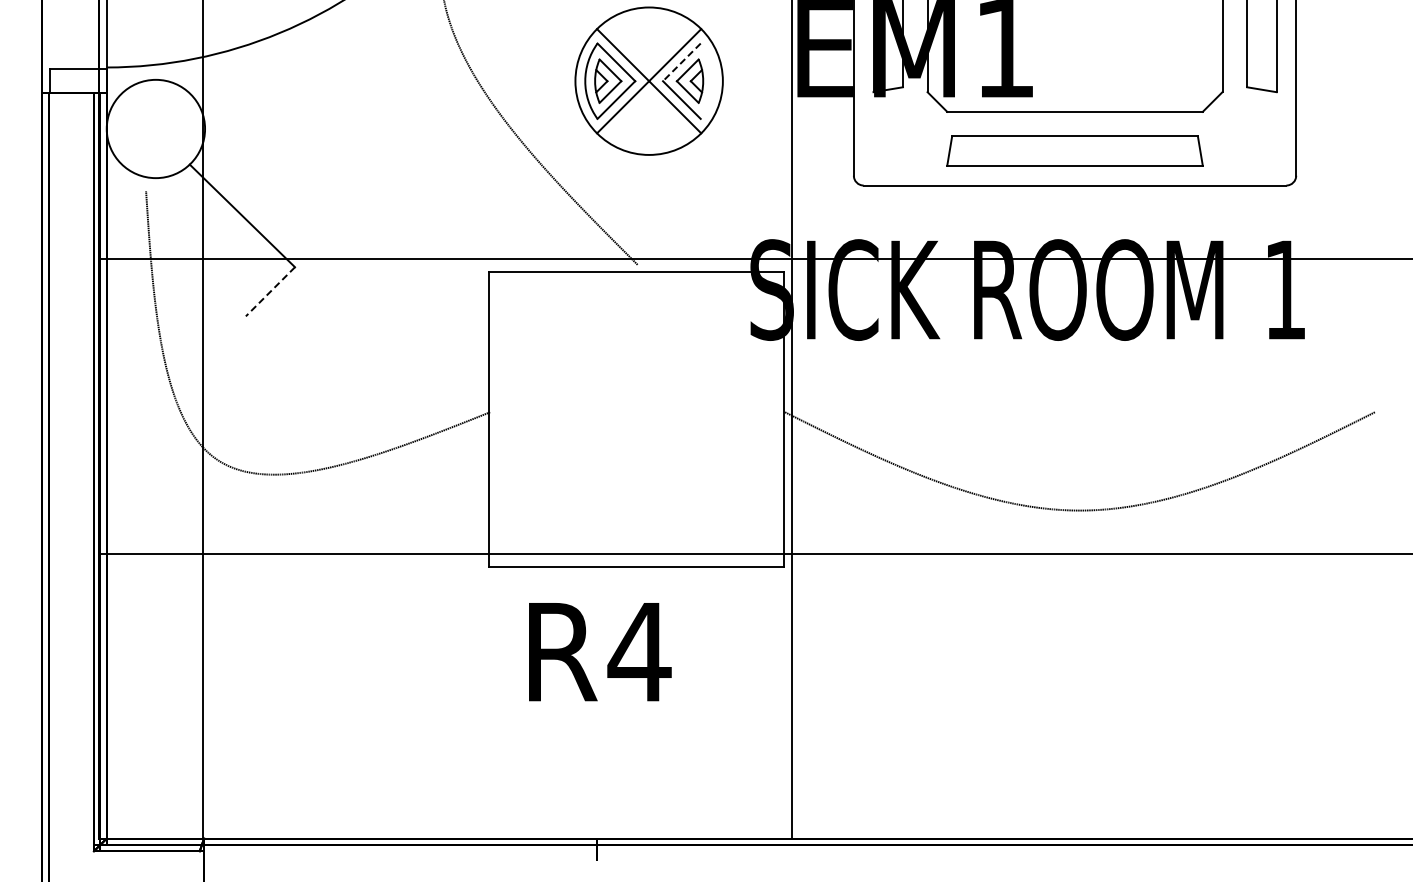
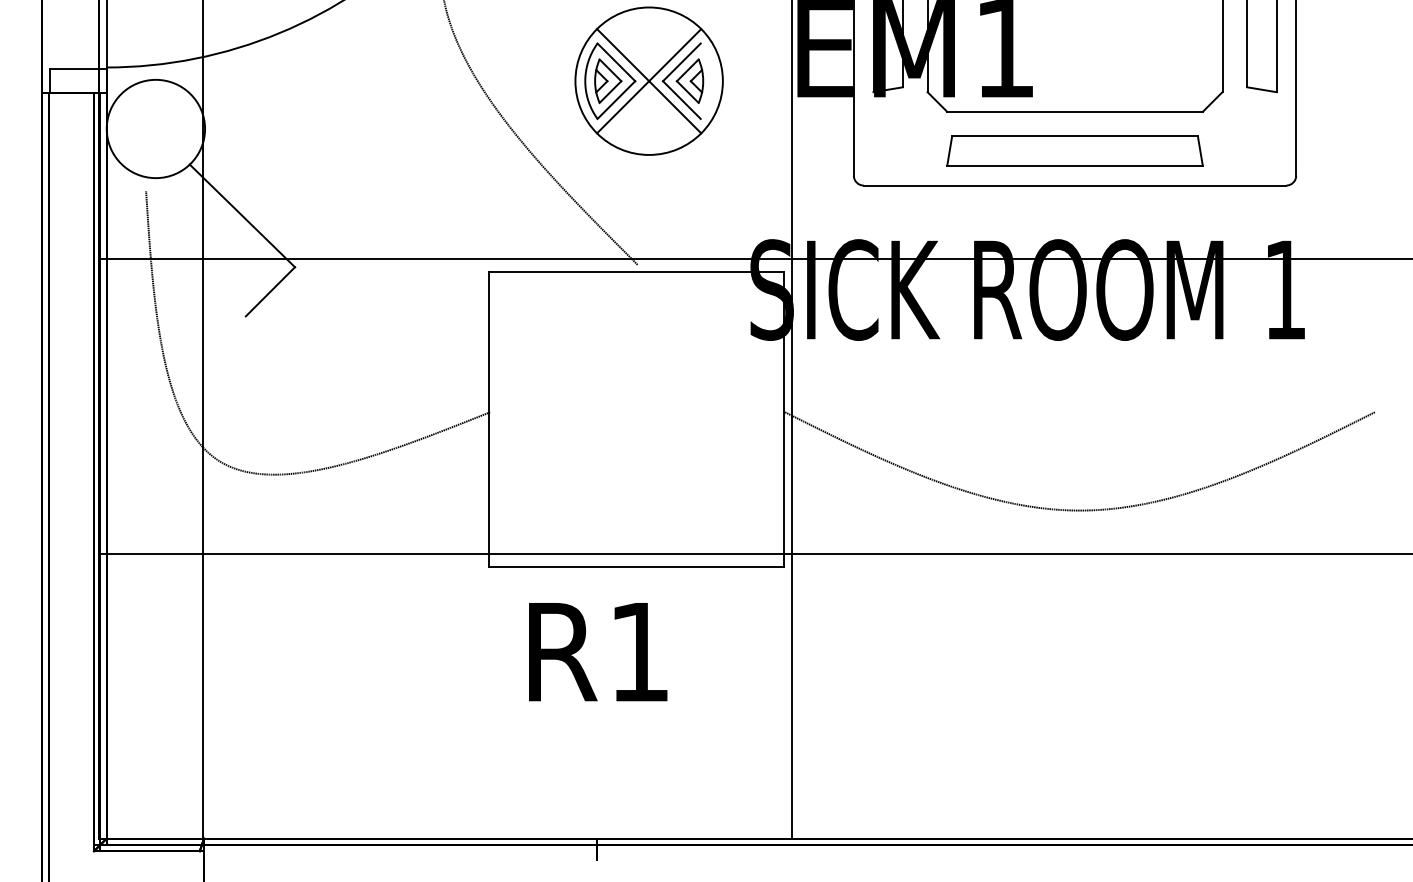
line at (681, 62): dashed -> solid
line at (270, 291): dashed -> solid
text at (639, 652): R4 -> R1
